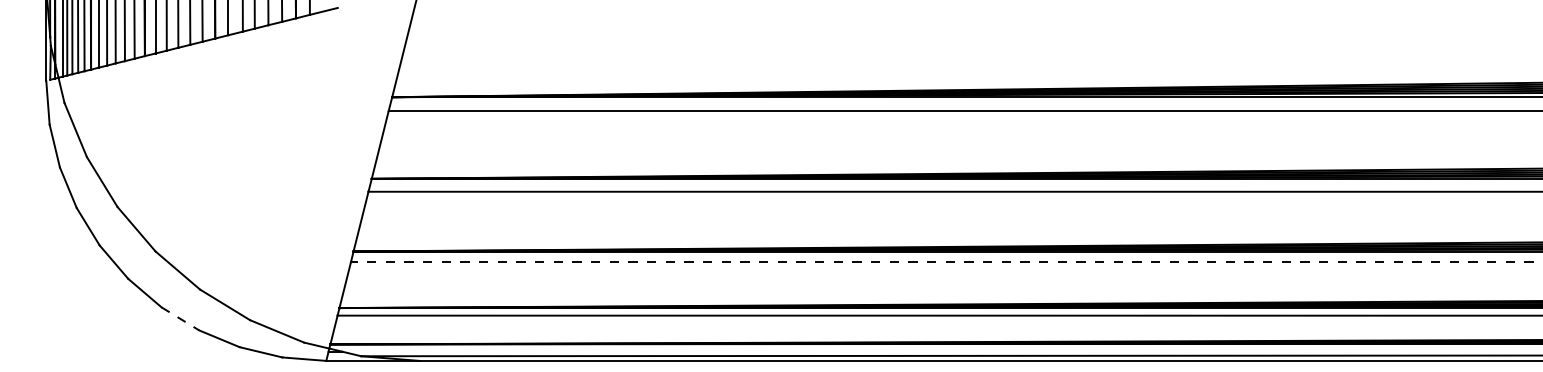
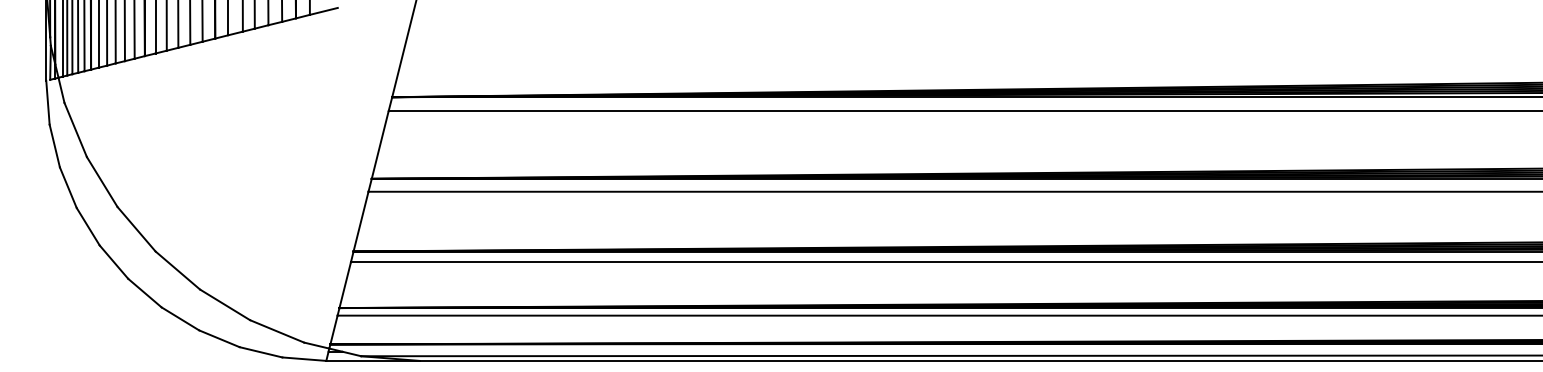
line at (945, 262): dashed -> solid
line at (180, 318): dashed -> solid
